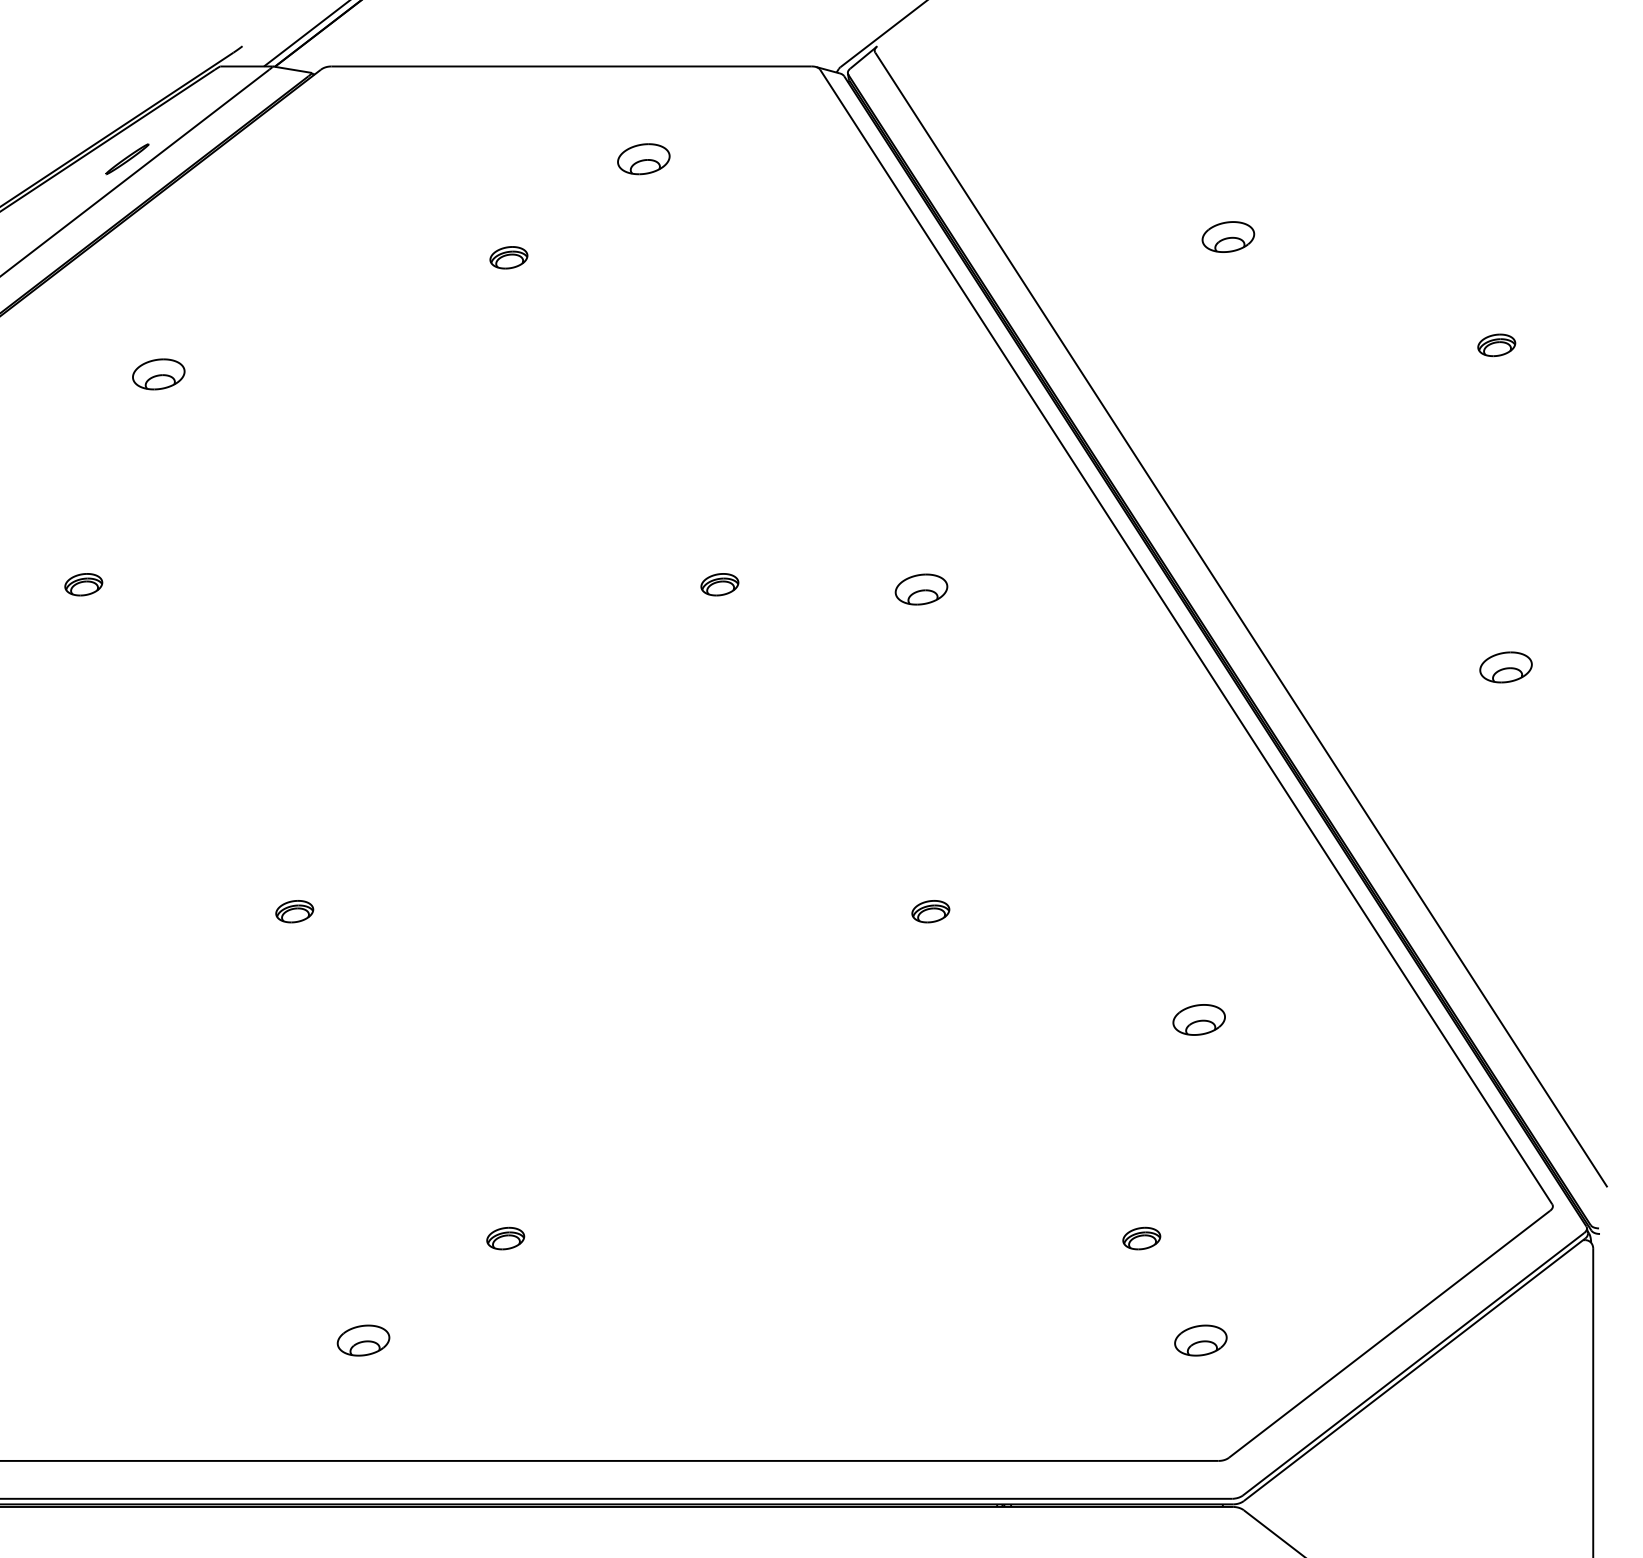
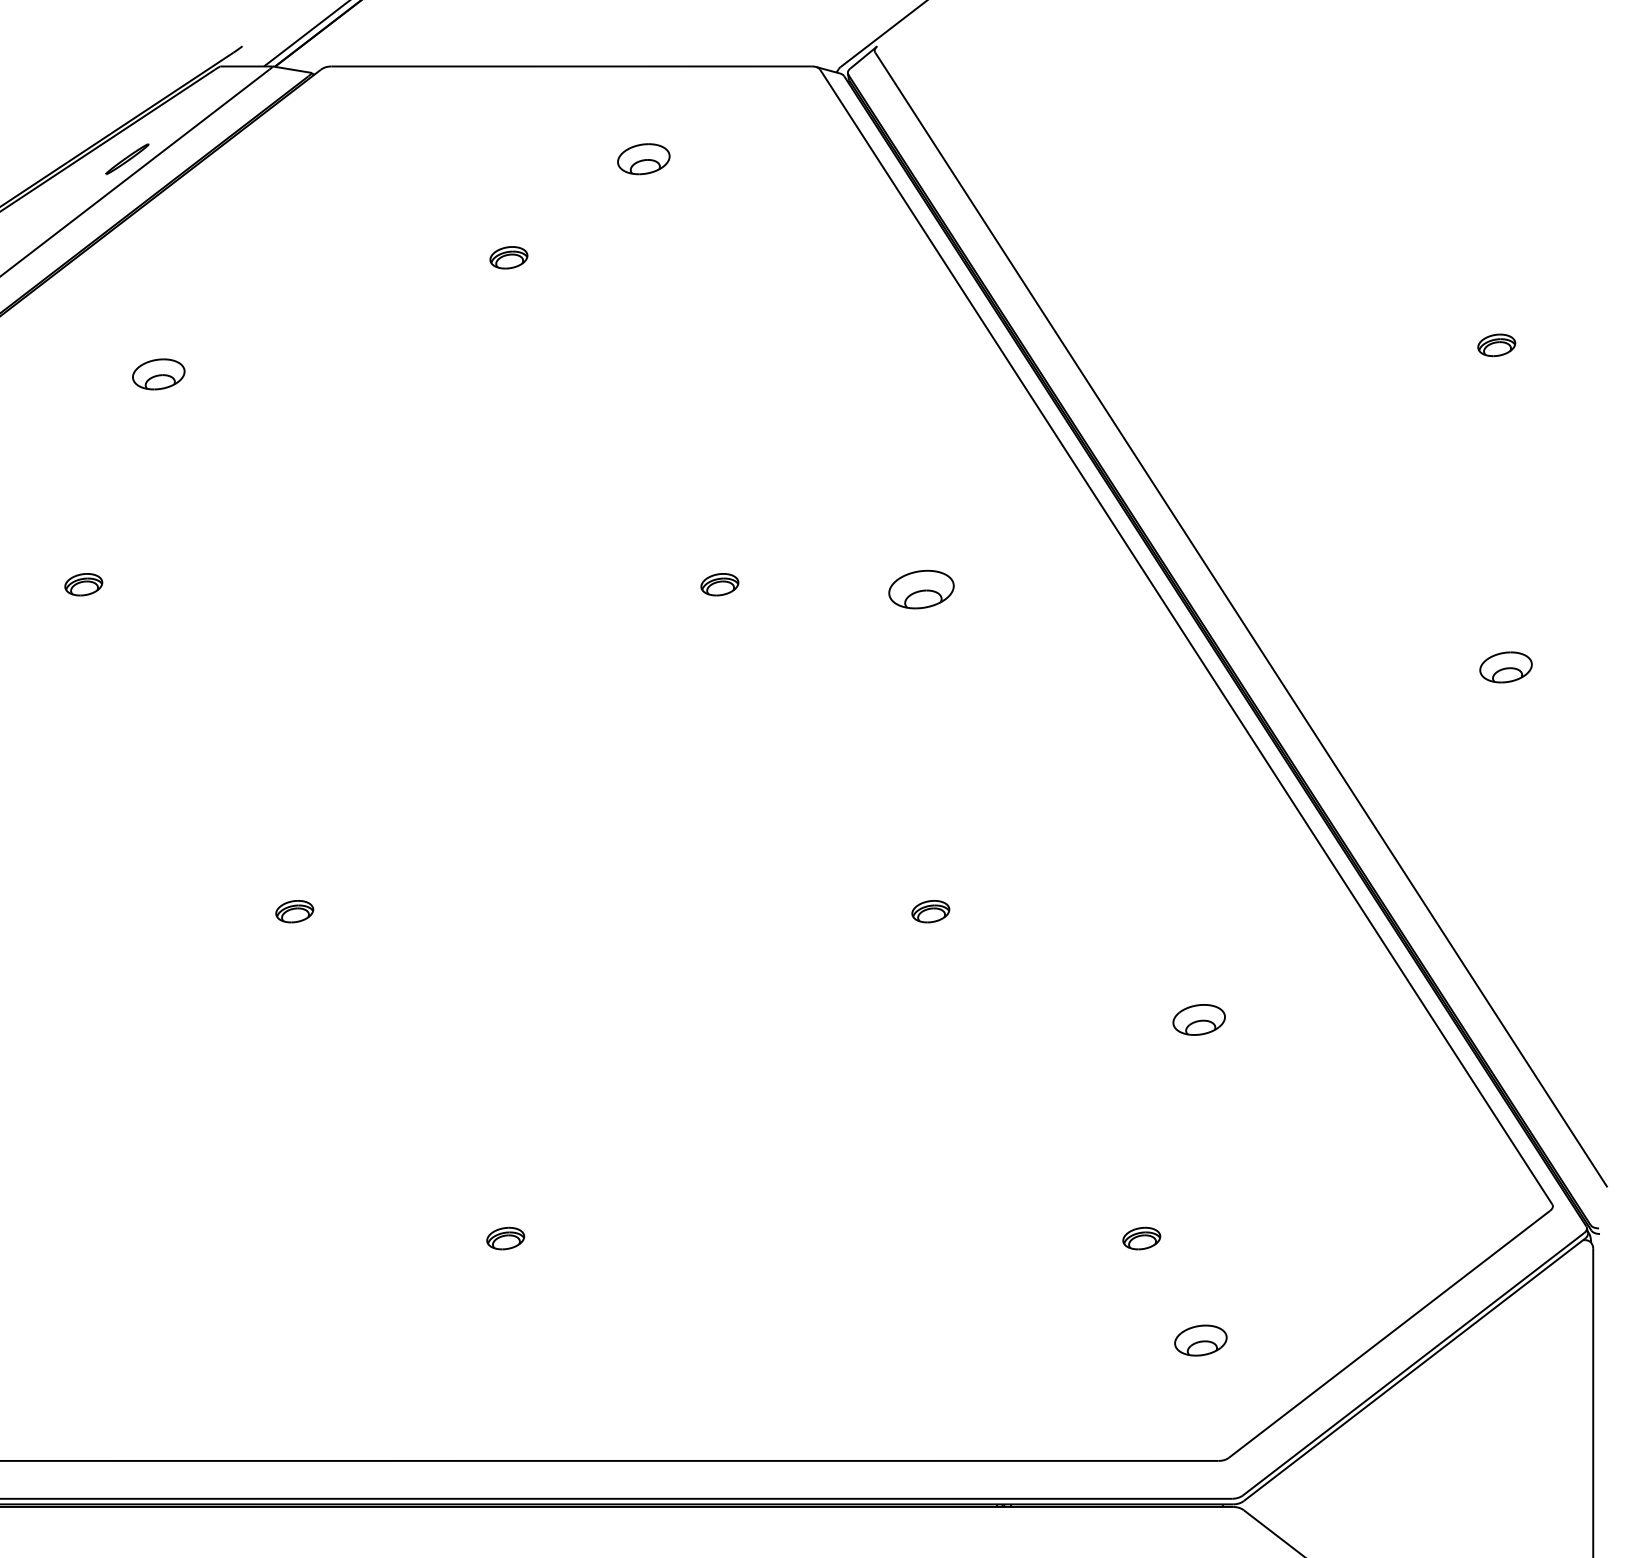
part at (1228, 236): present -> none
part at (921, 589) size: 55x33 px -> 67x41 px
part at (363, 1340): present -> none
